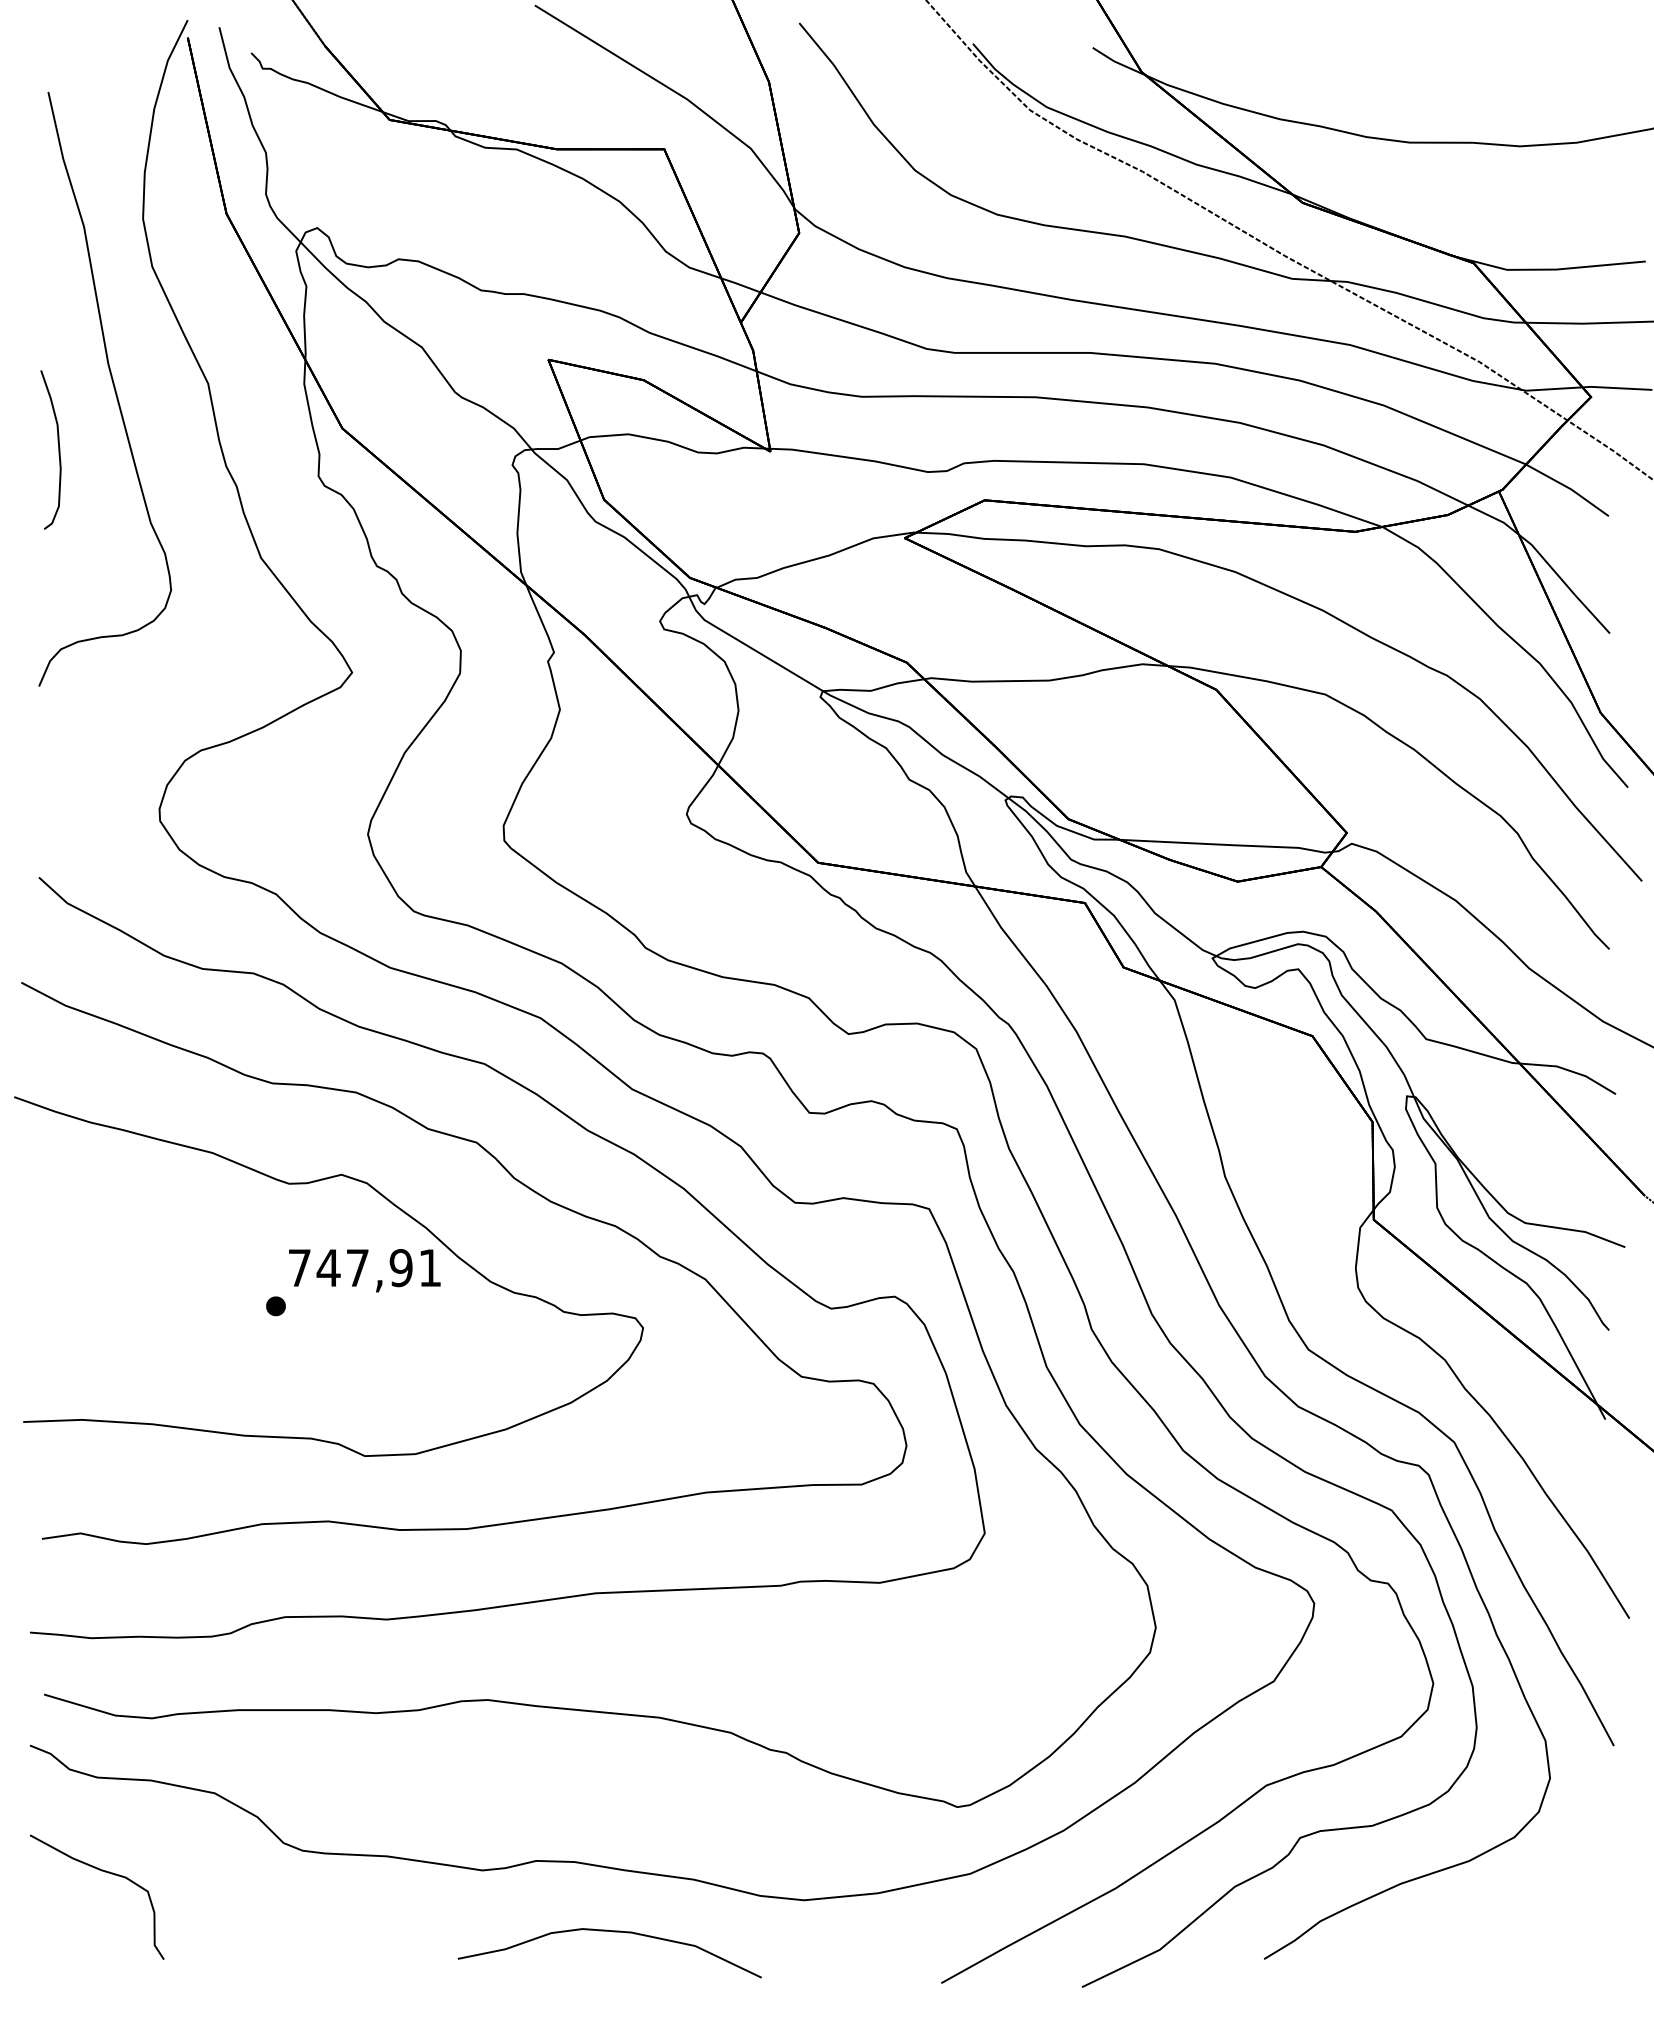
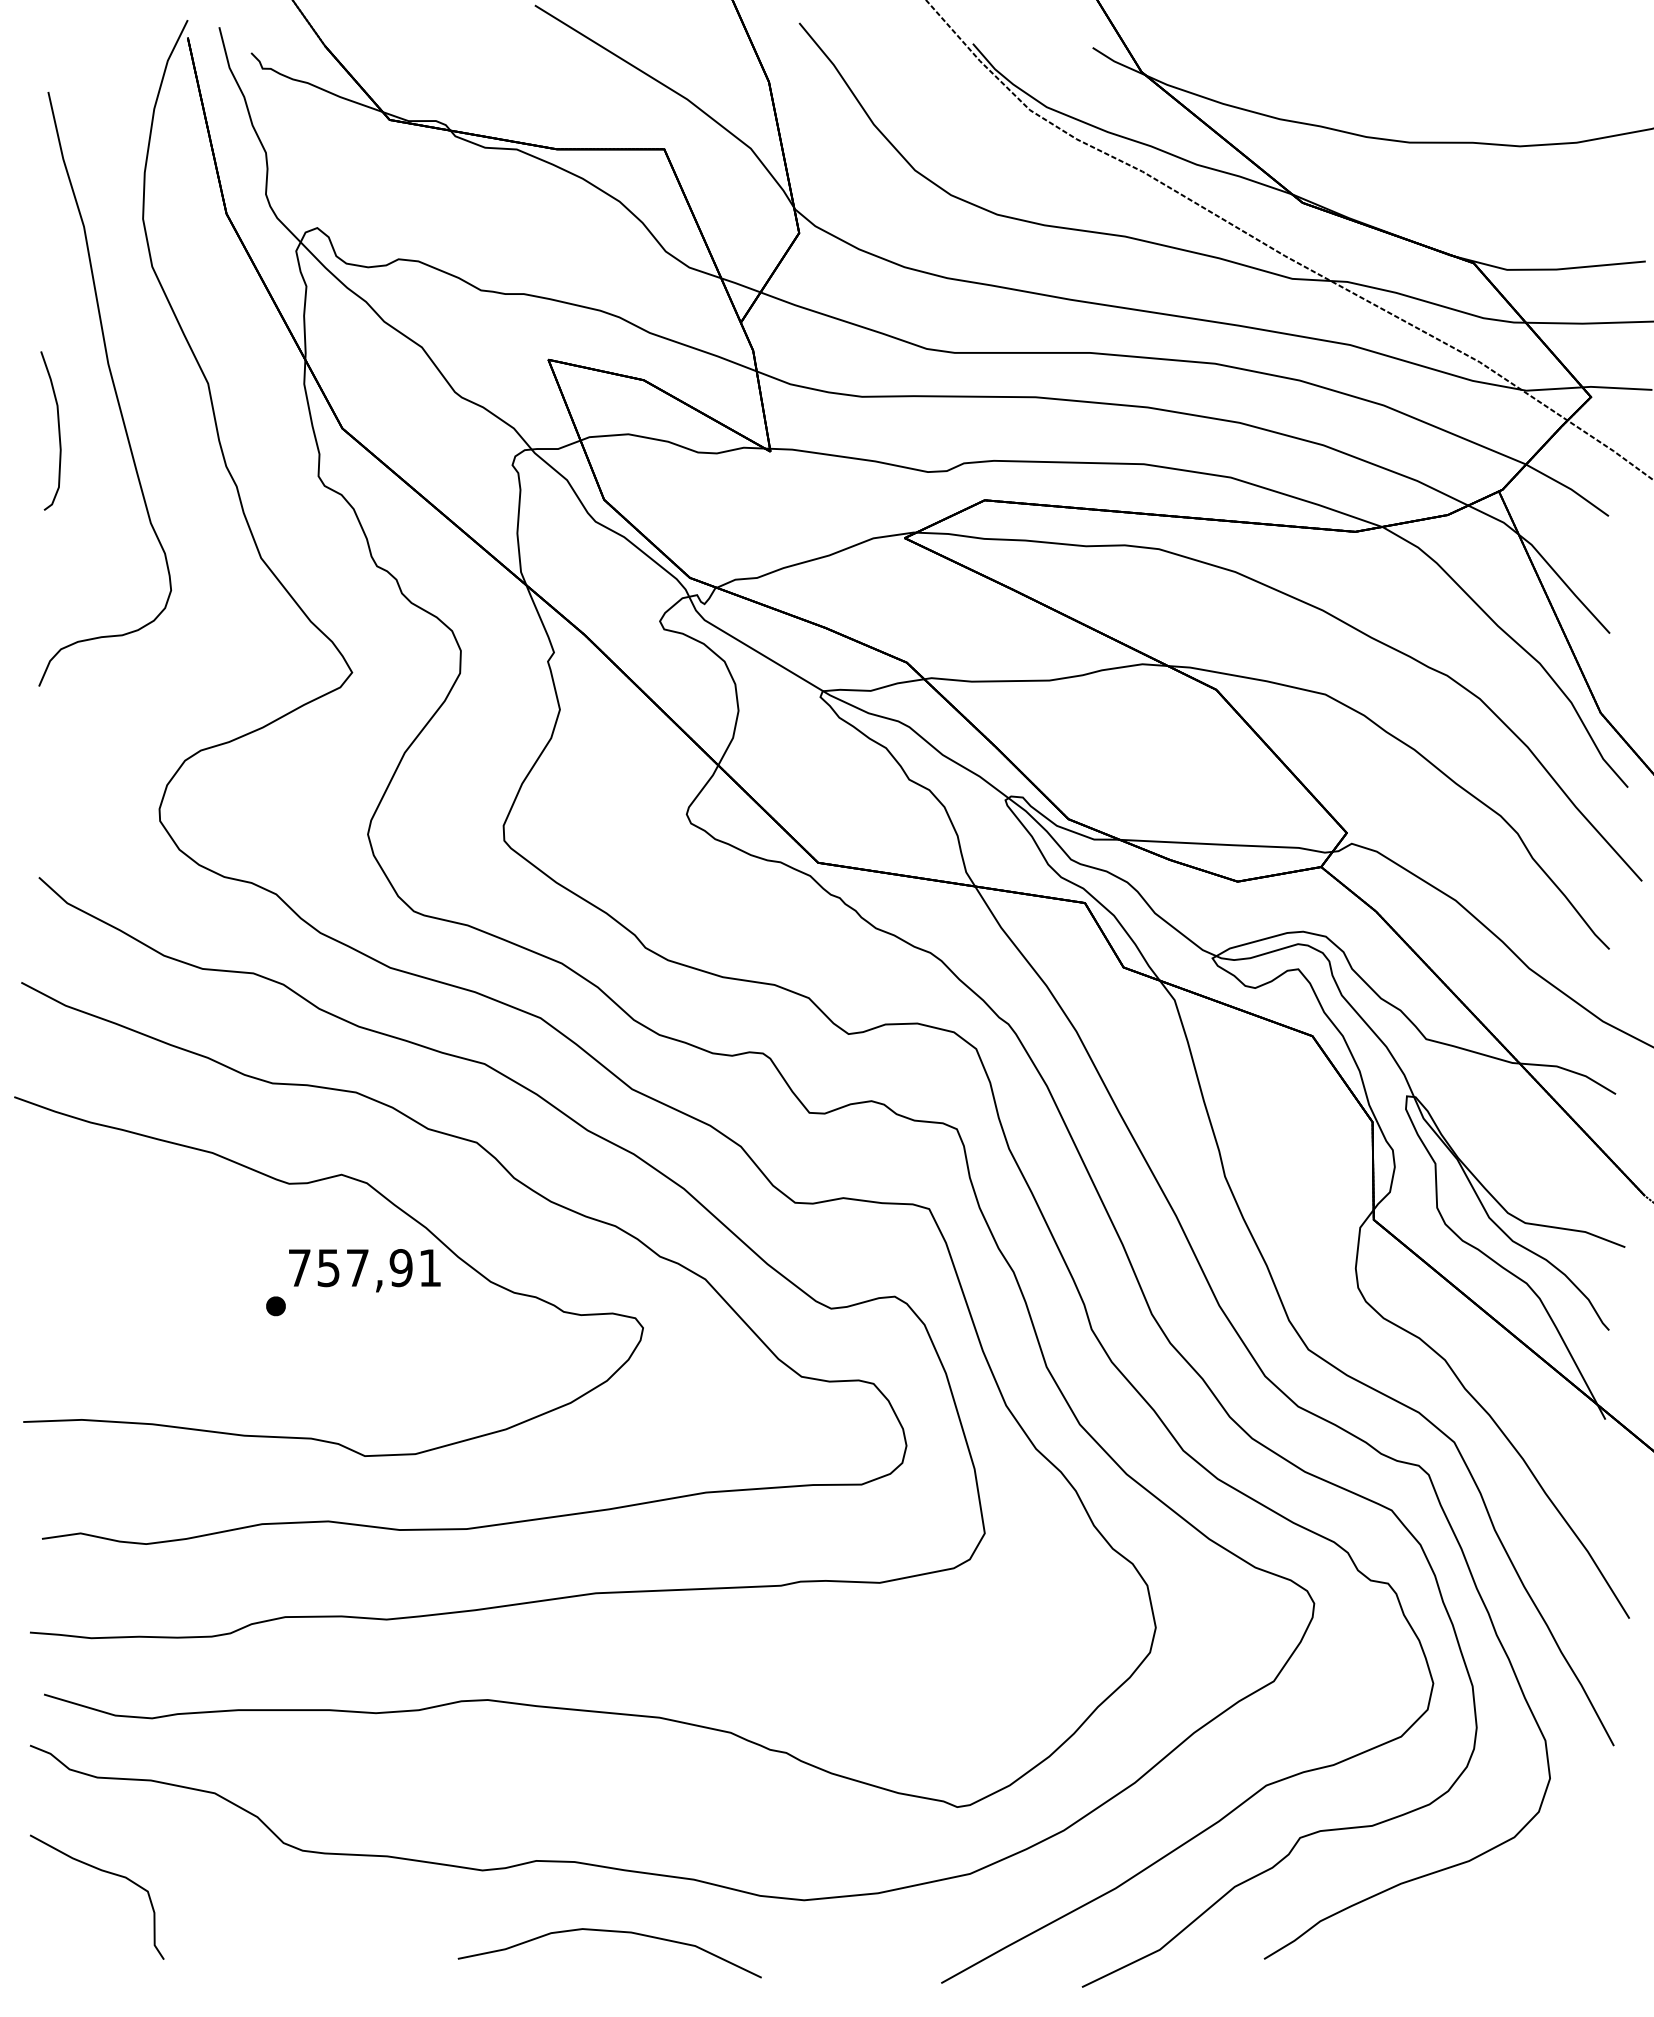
curve at (58, 449) position: (58, 449) -> (58, 430)
text at (328, 1268): 747,91 -> 757,91
